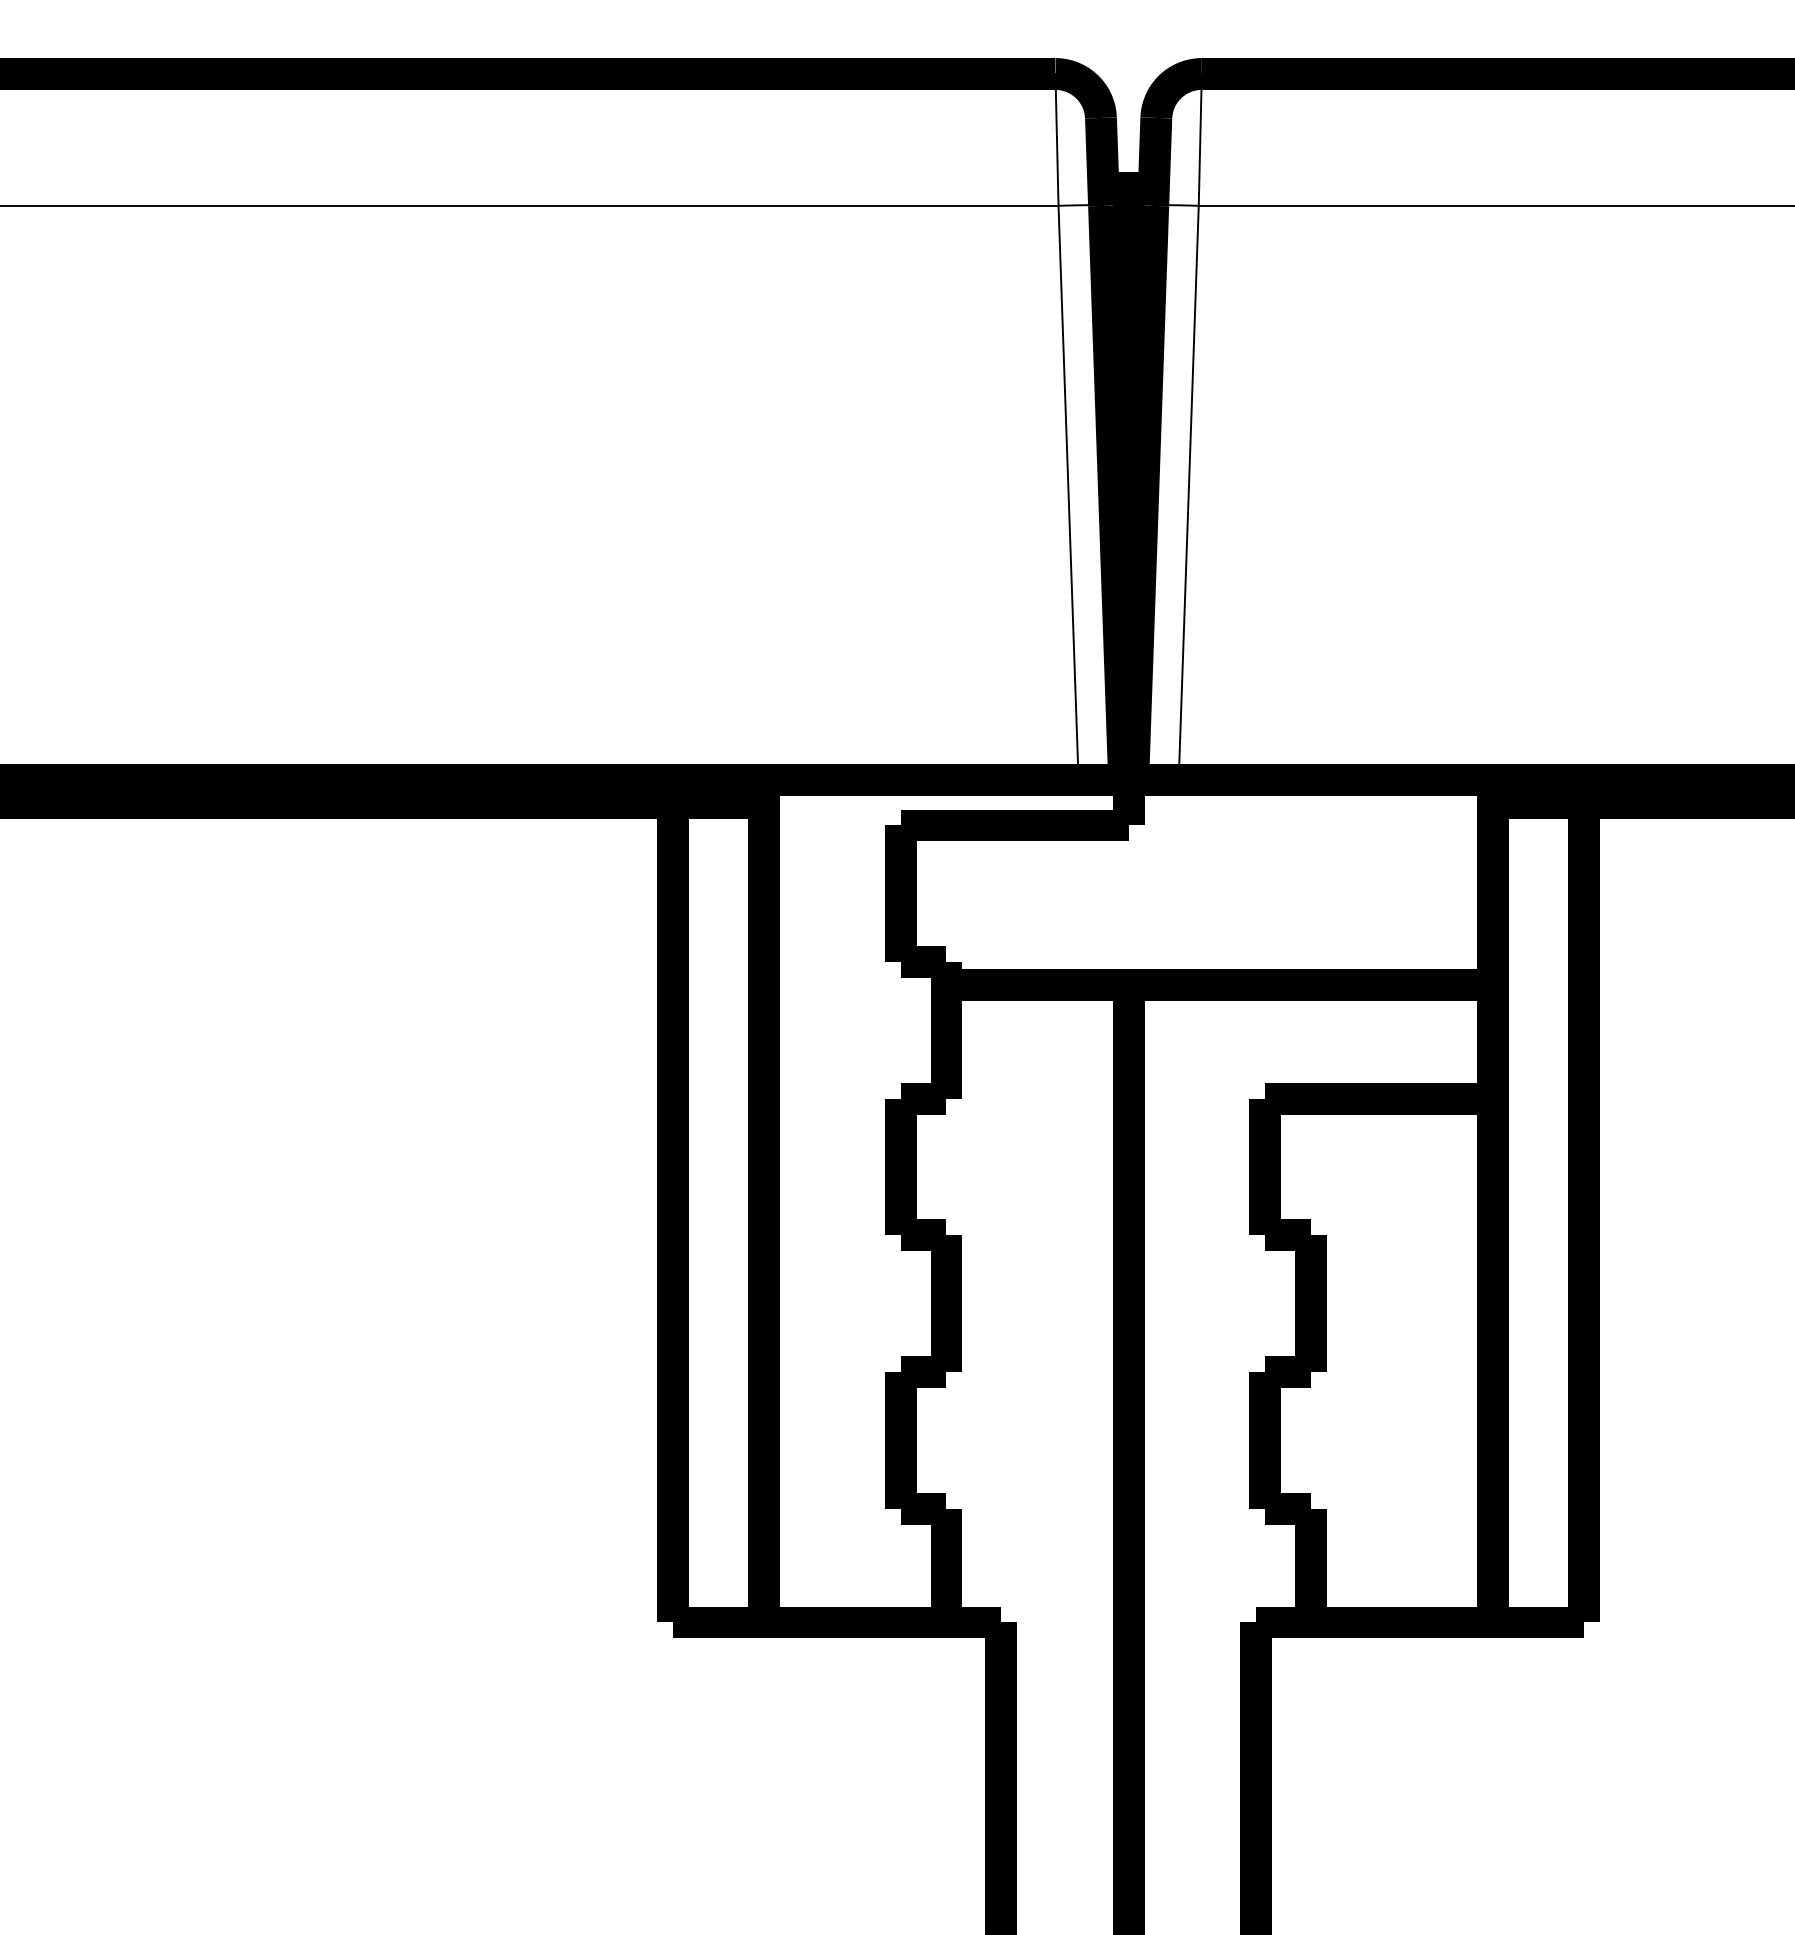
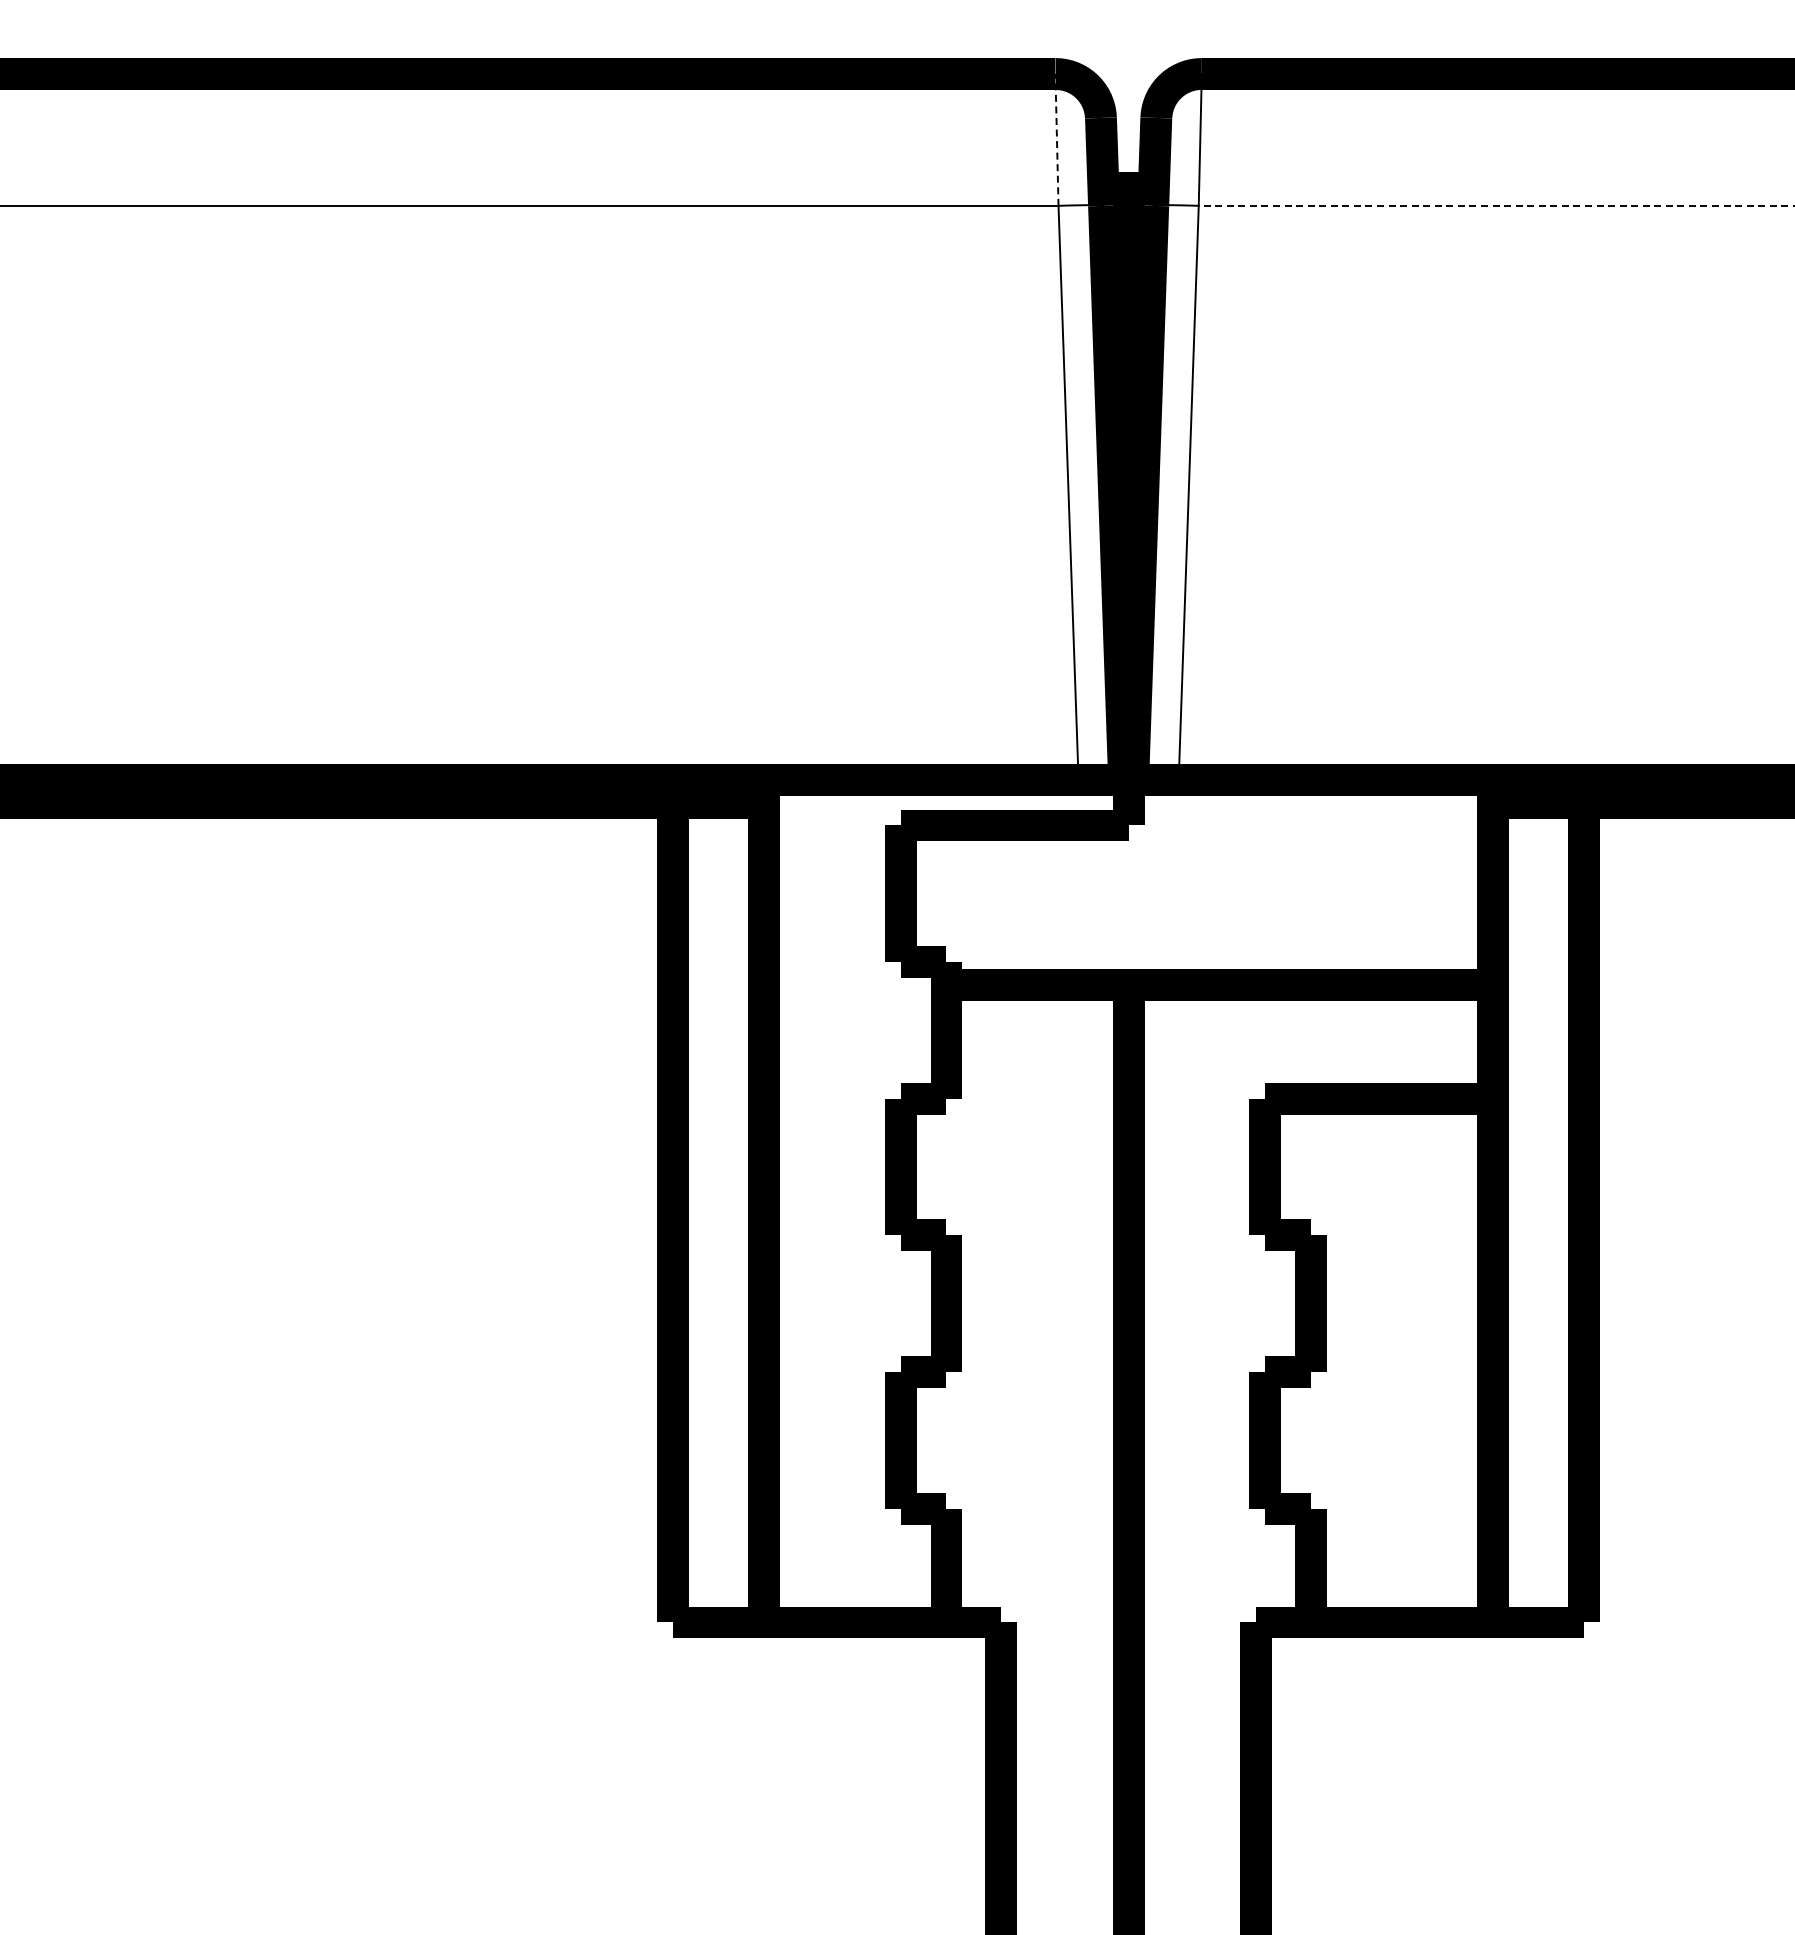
line at (1056, 139): solid -> dashed
line at (1496, 205): solid -> dashed
